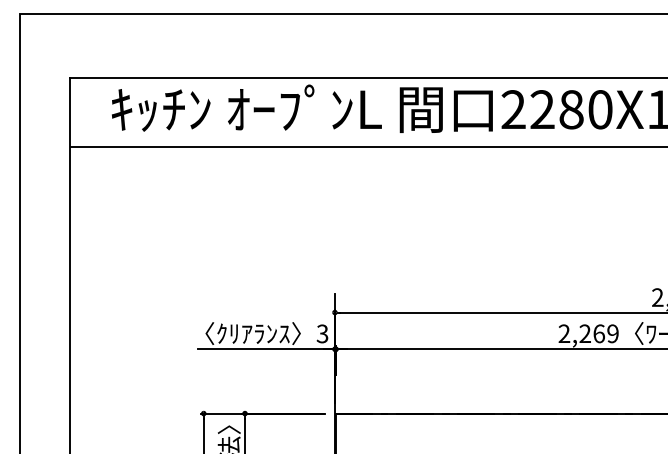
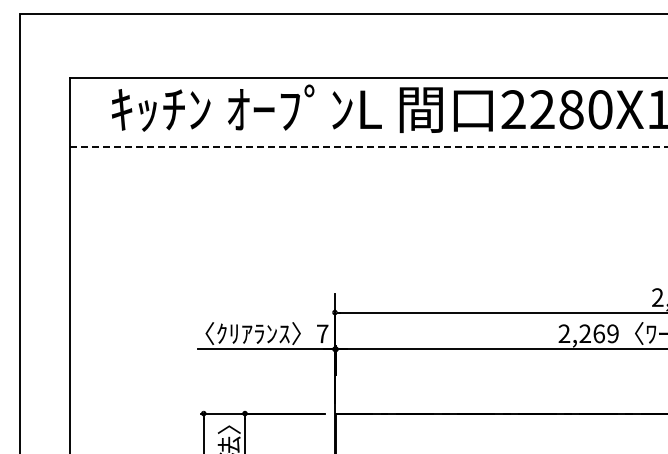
line at (368, 147): solid -> dashed
text at (322, 333): 3 -> 7
